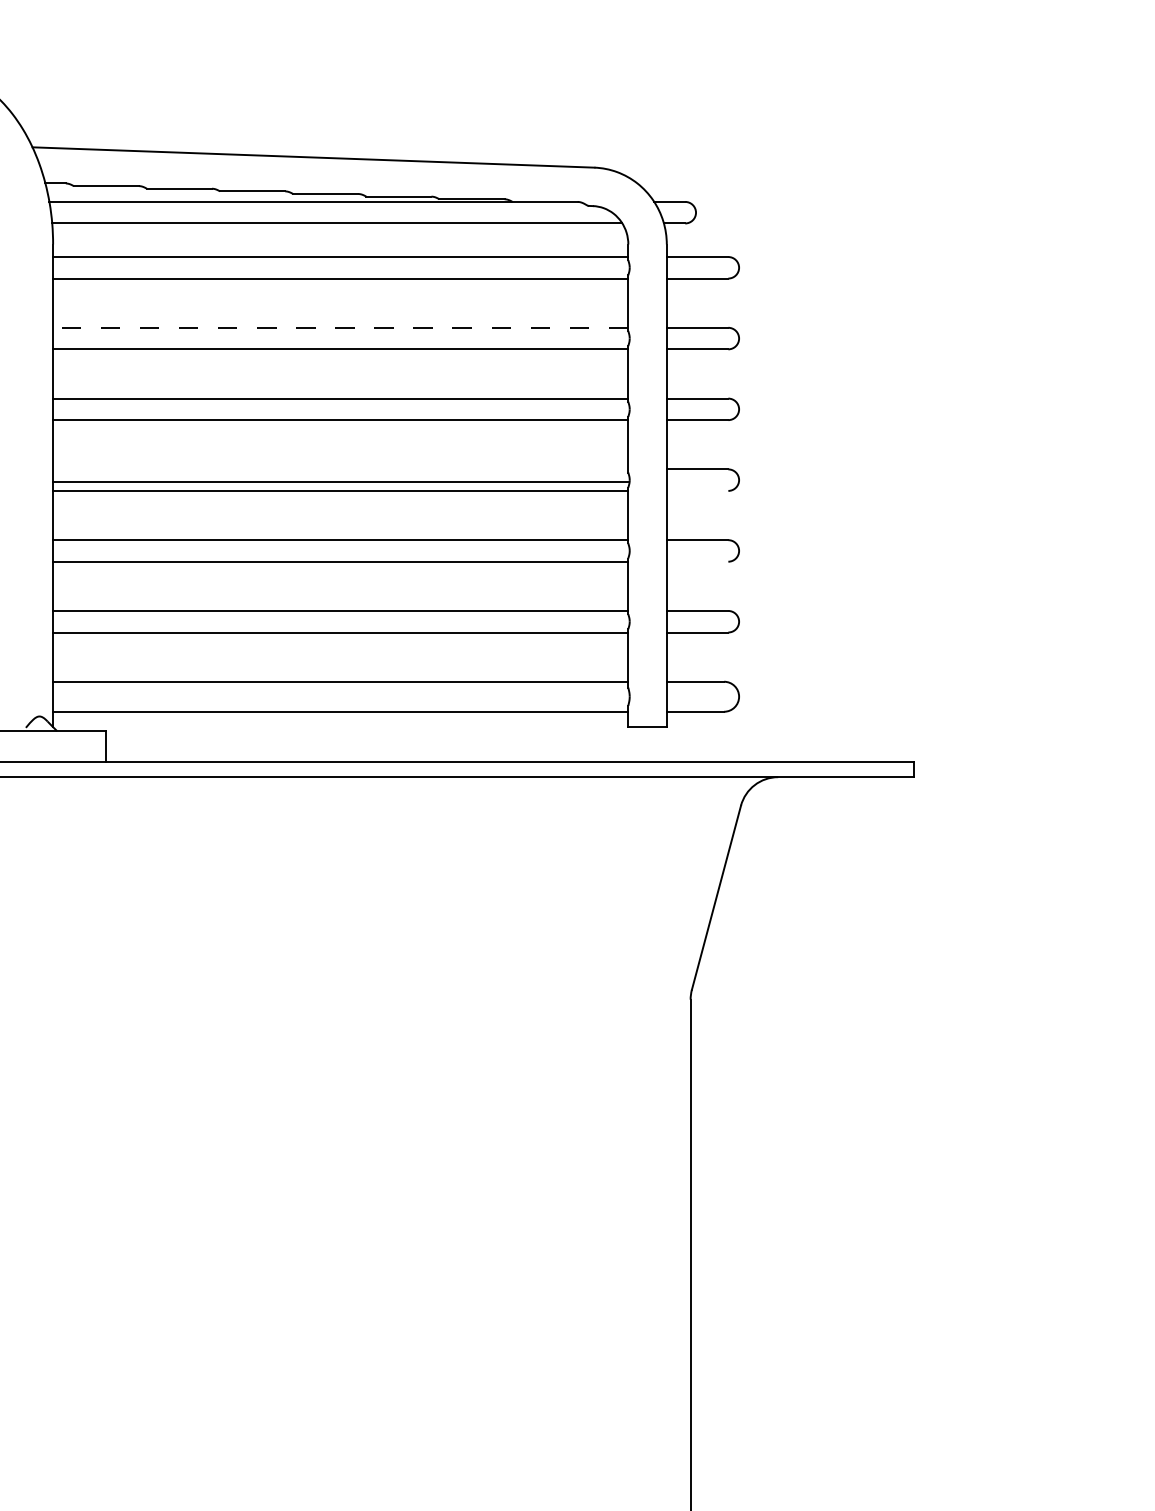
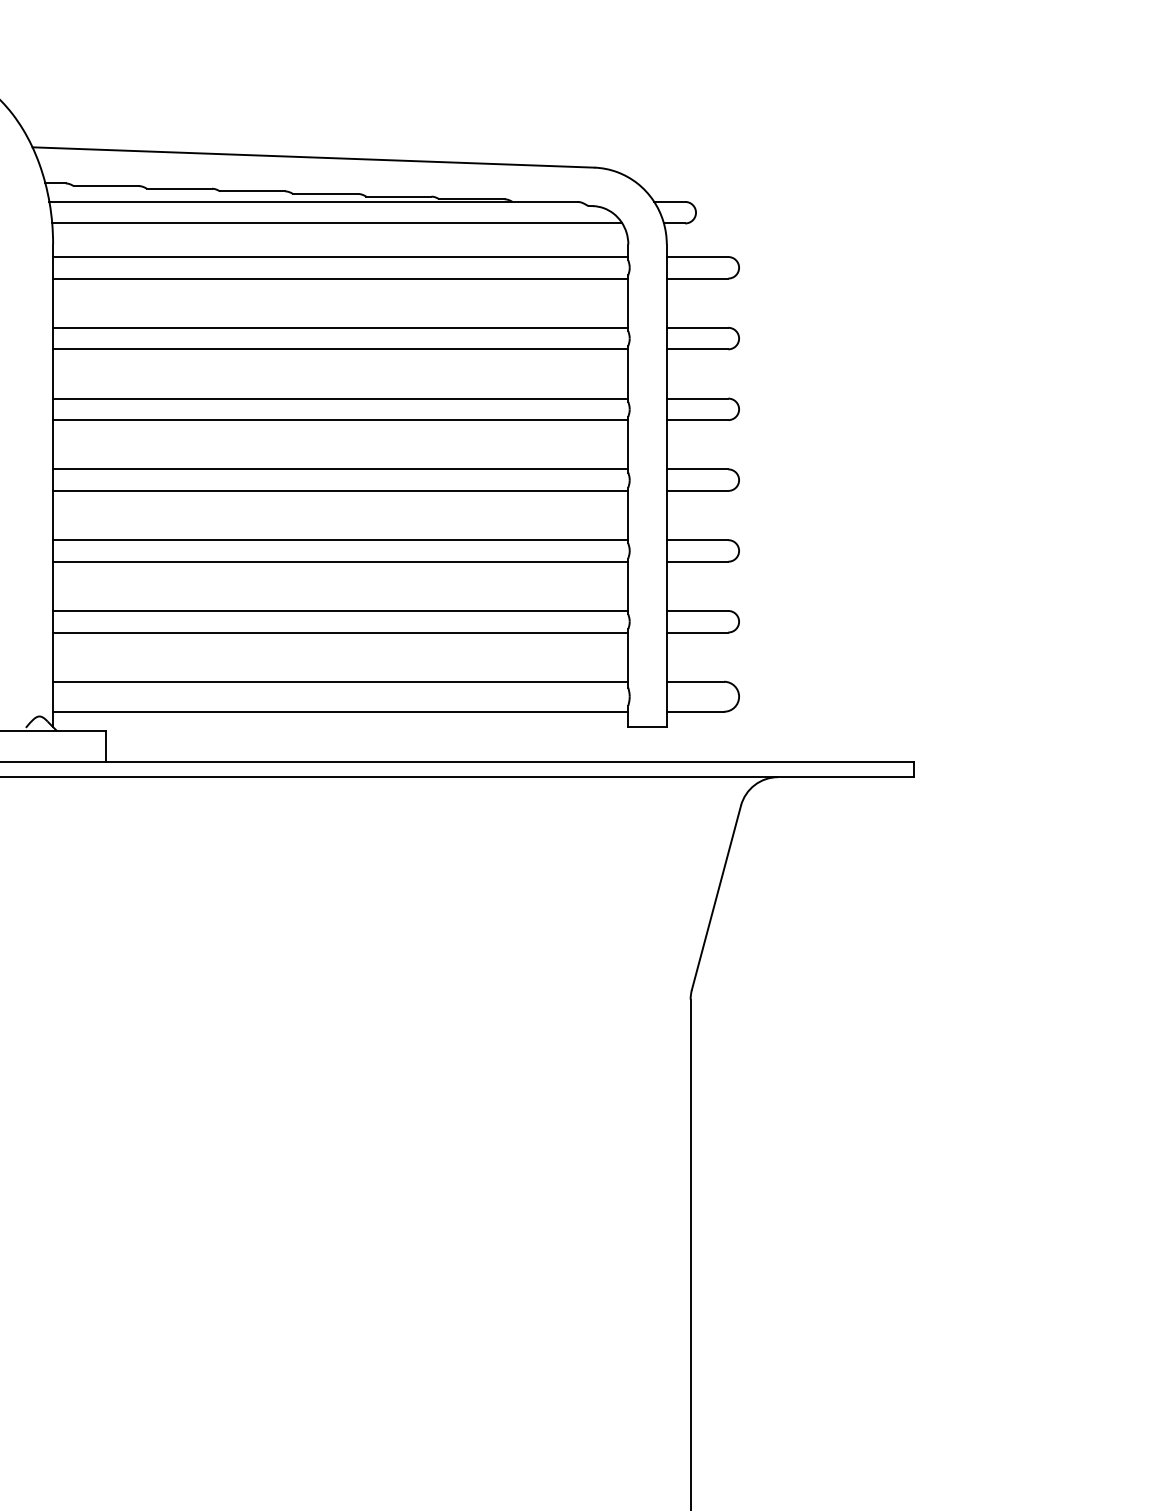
line at (340, 327): dashed -> solid
line at (340, 482) position: (340, 482) -> (340, 469)
line at (697, 490): none -> present
line at (697, 561): none -> present
